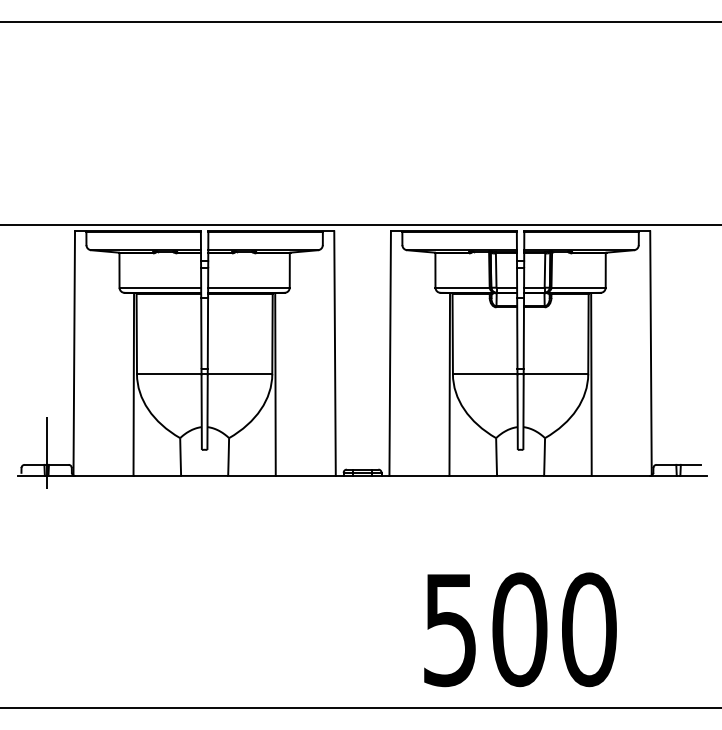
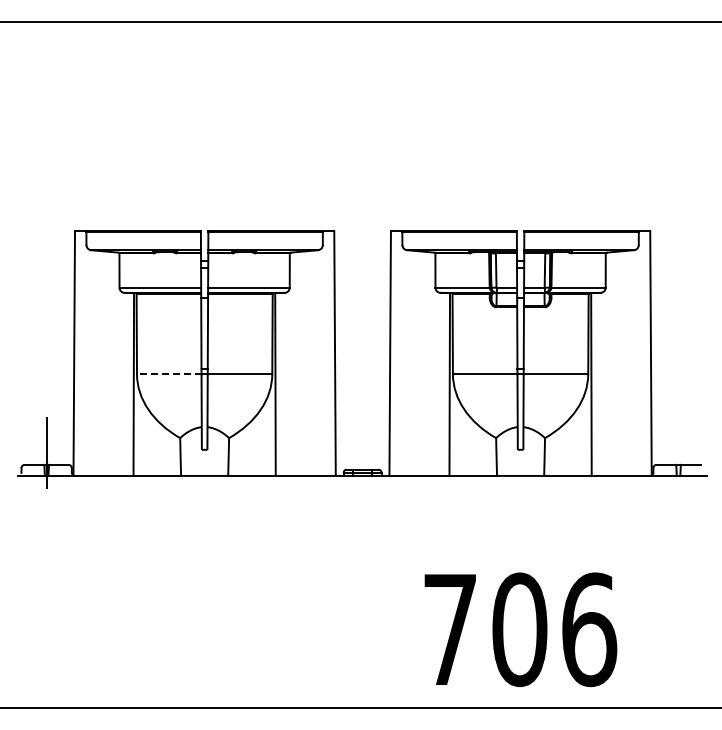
line at (360, 225): present -> none
line at (168, 374): solid -> dashed
text at (520, 629): 500 -> 706
